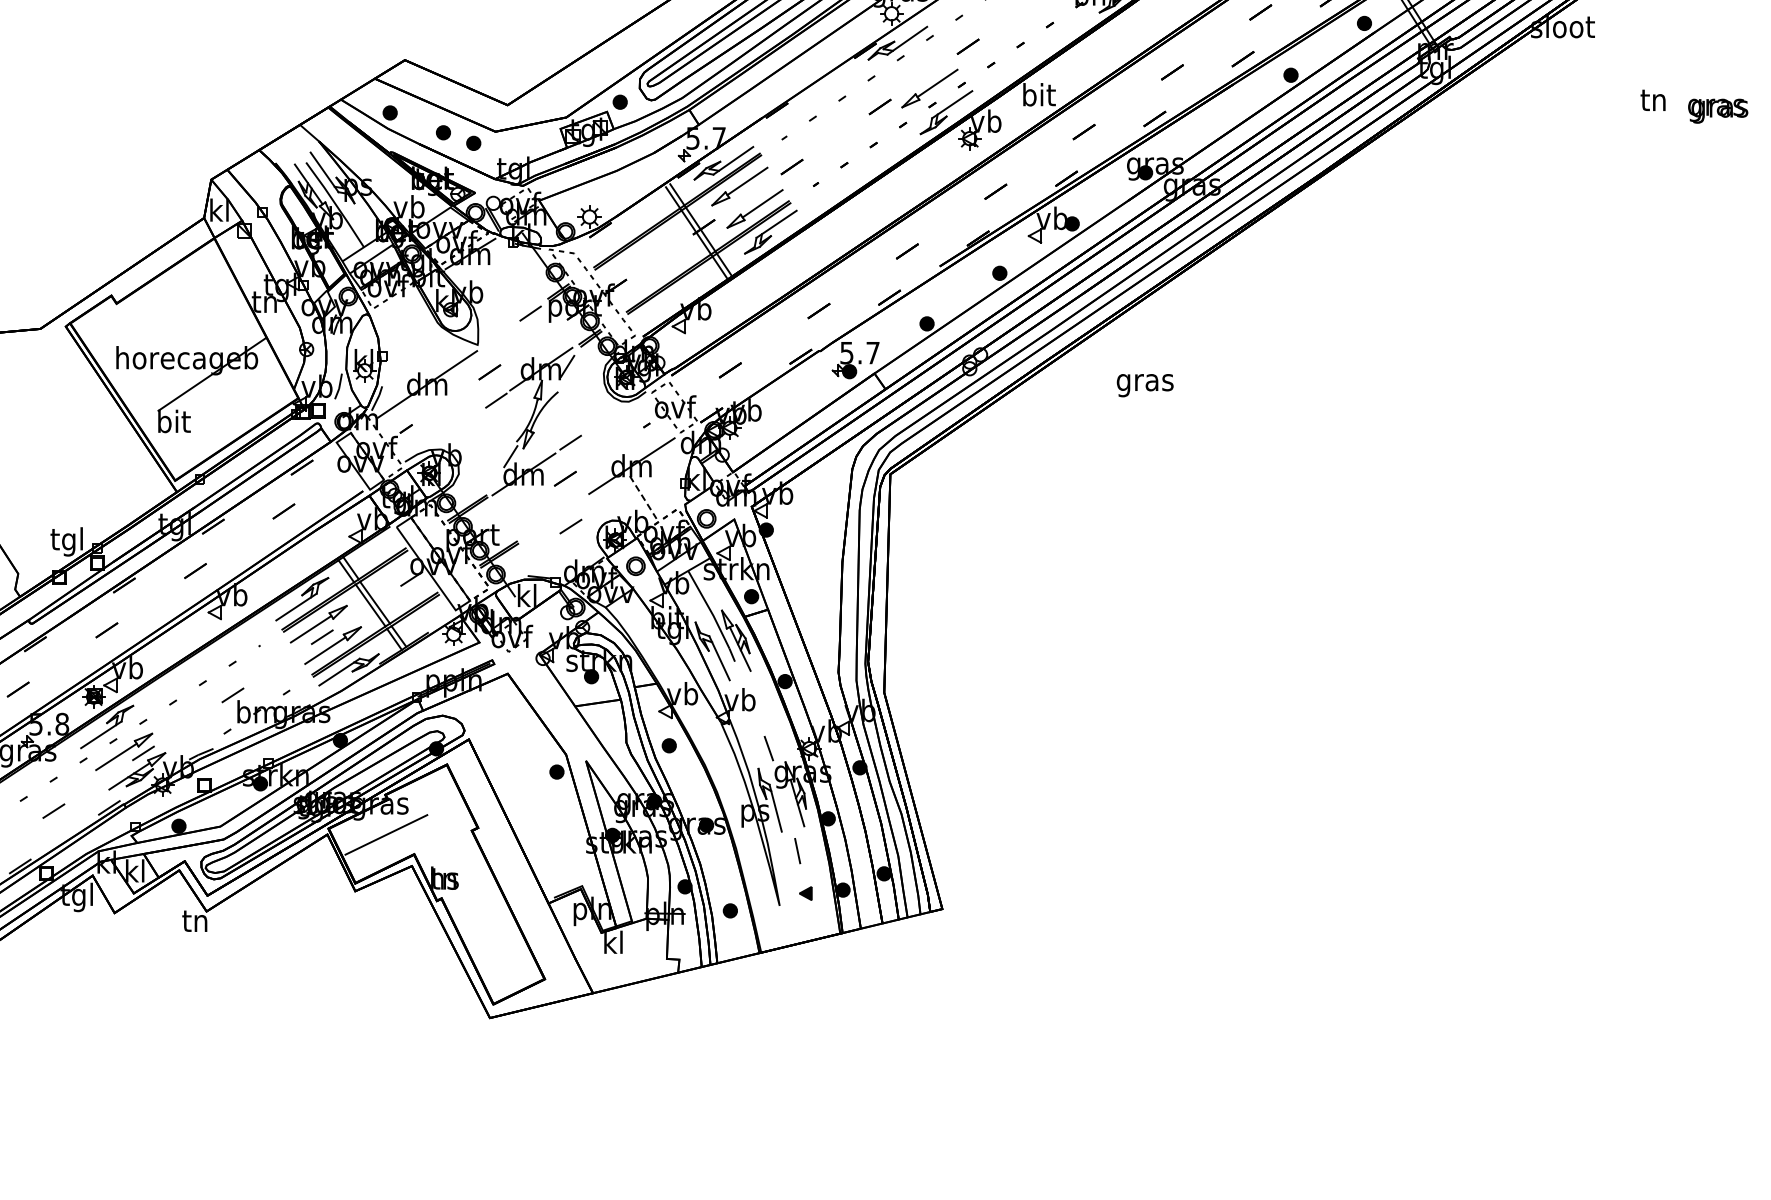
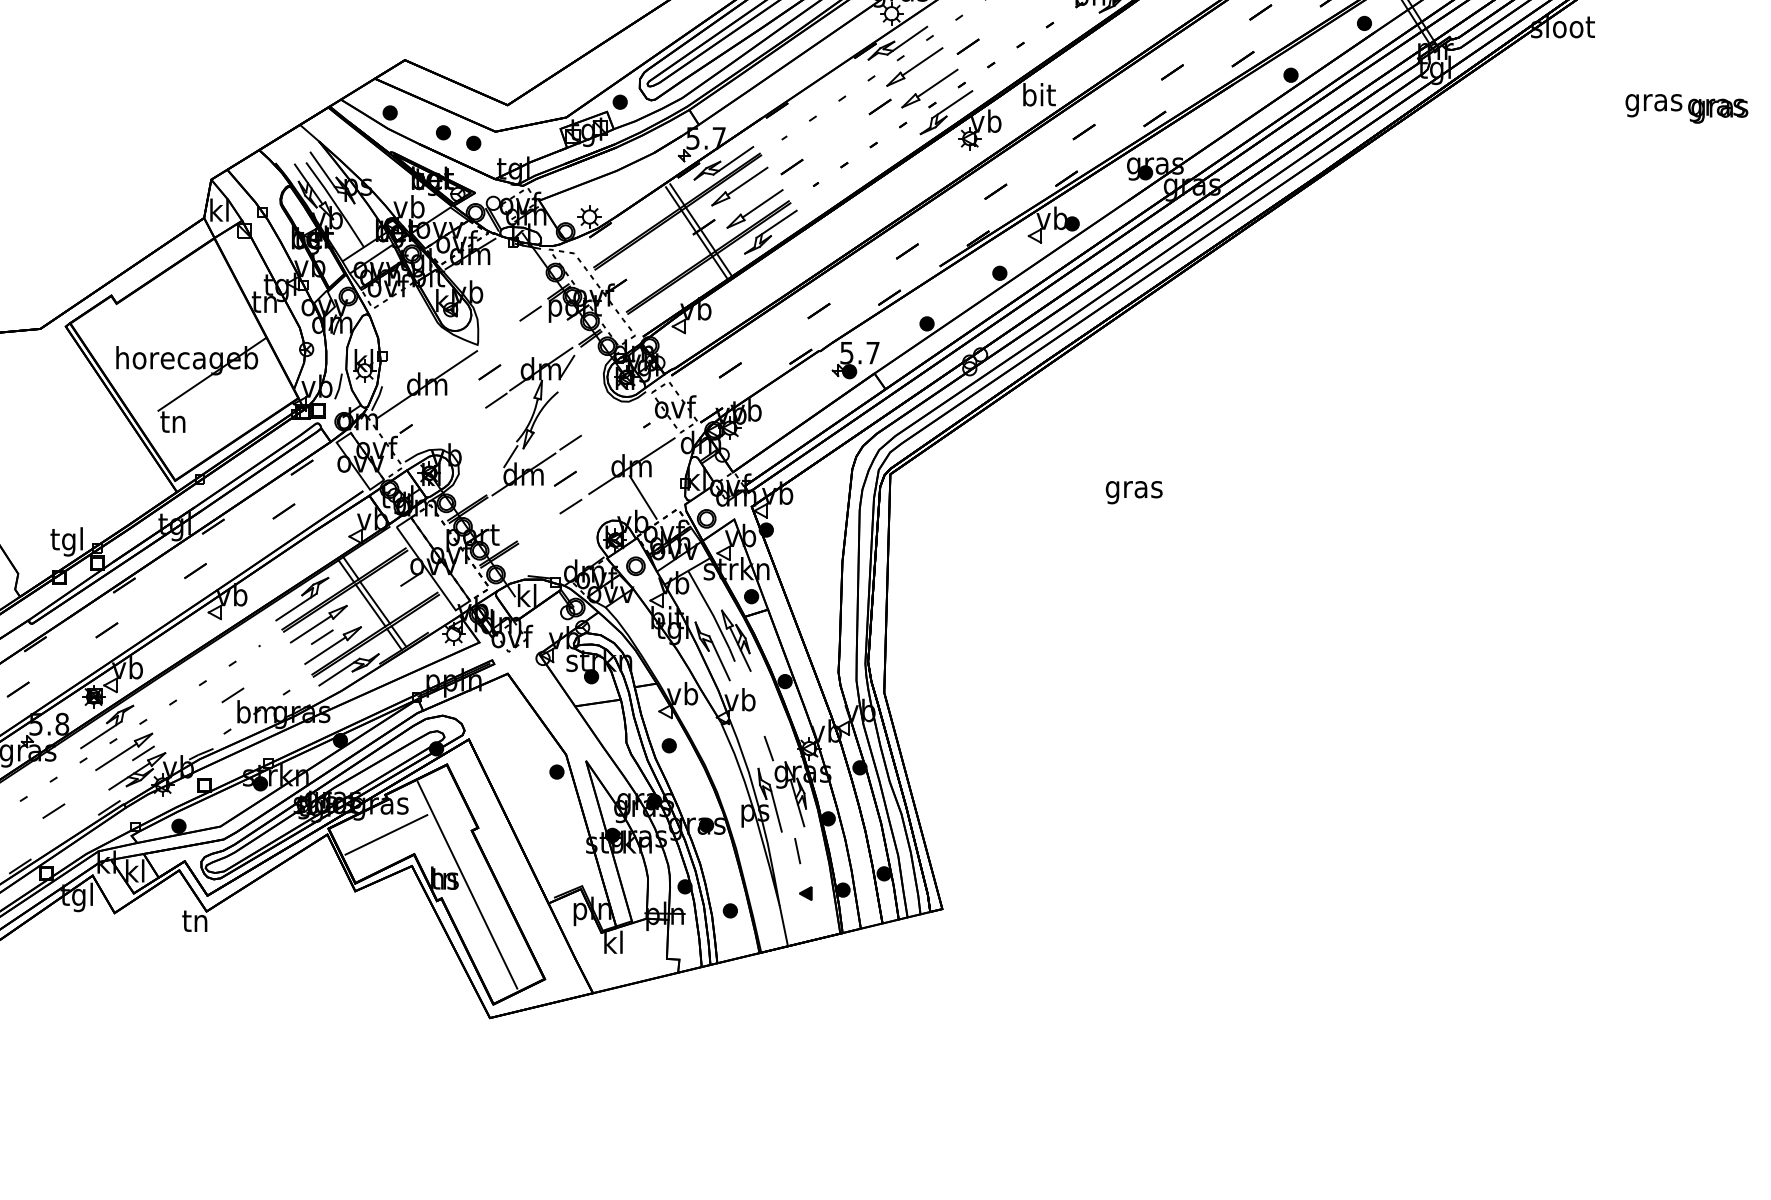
part at (914, 66): none -> present
text at (1653, 103): tn -> gras
text at (1144, 385) position: (1144, 385) -> (1133, 492)
text at (174, 421): bit -> tn
line at (643, 497): dashed -> solid
line at (570, 526) position: (570, 526) -> (570, 506)
line at (467, 884): none -> present
line at (783, 925): none -> present
